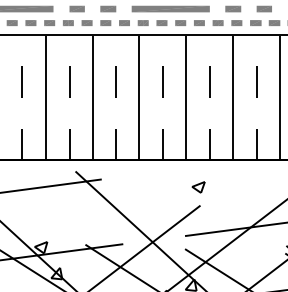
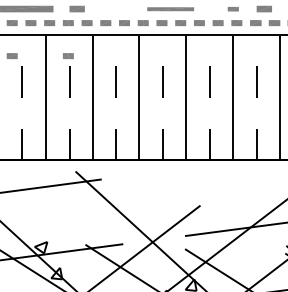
part at (108, 9): present -> none
part at (170, 9) size: 79x7 px -> 47x4 px
part at (233, 9) size: 17x7 px -> 11x5 px
part at (11, 55): none -> present
part at (68, 55): none -> present
part at (198, 187): present -> none
